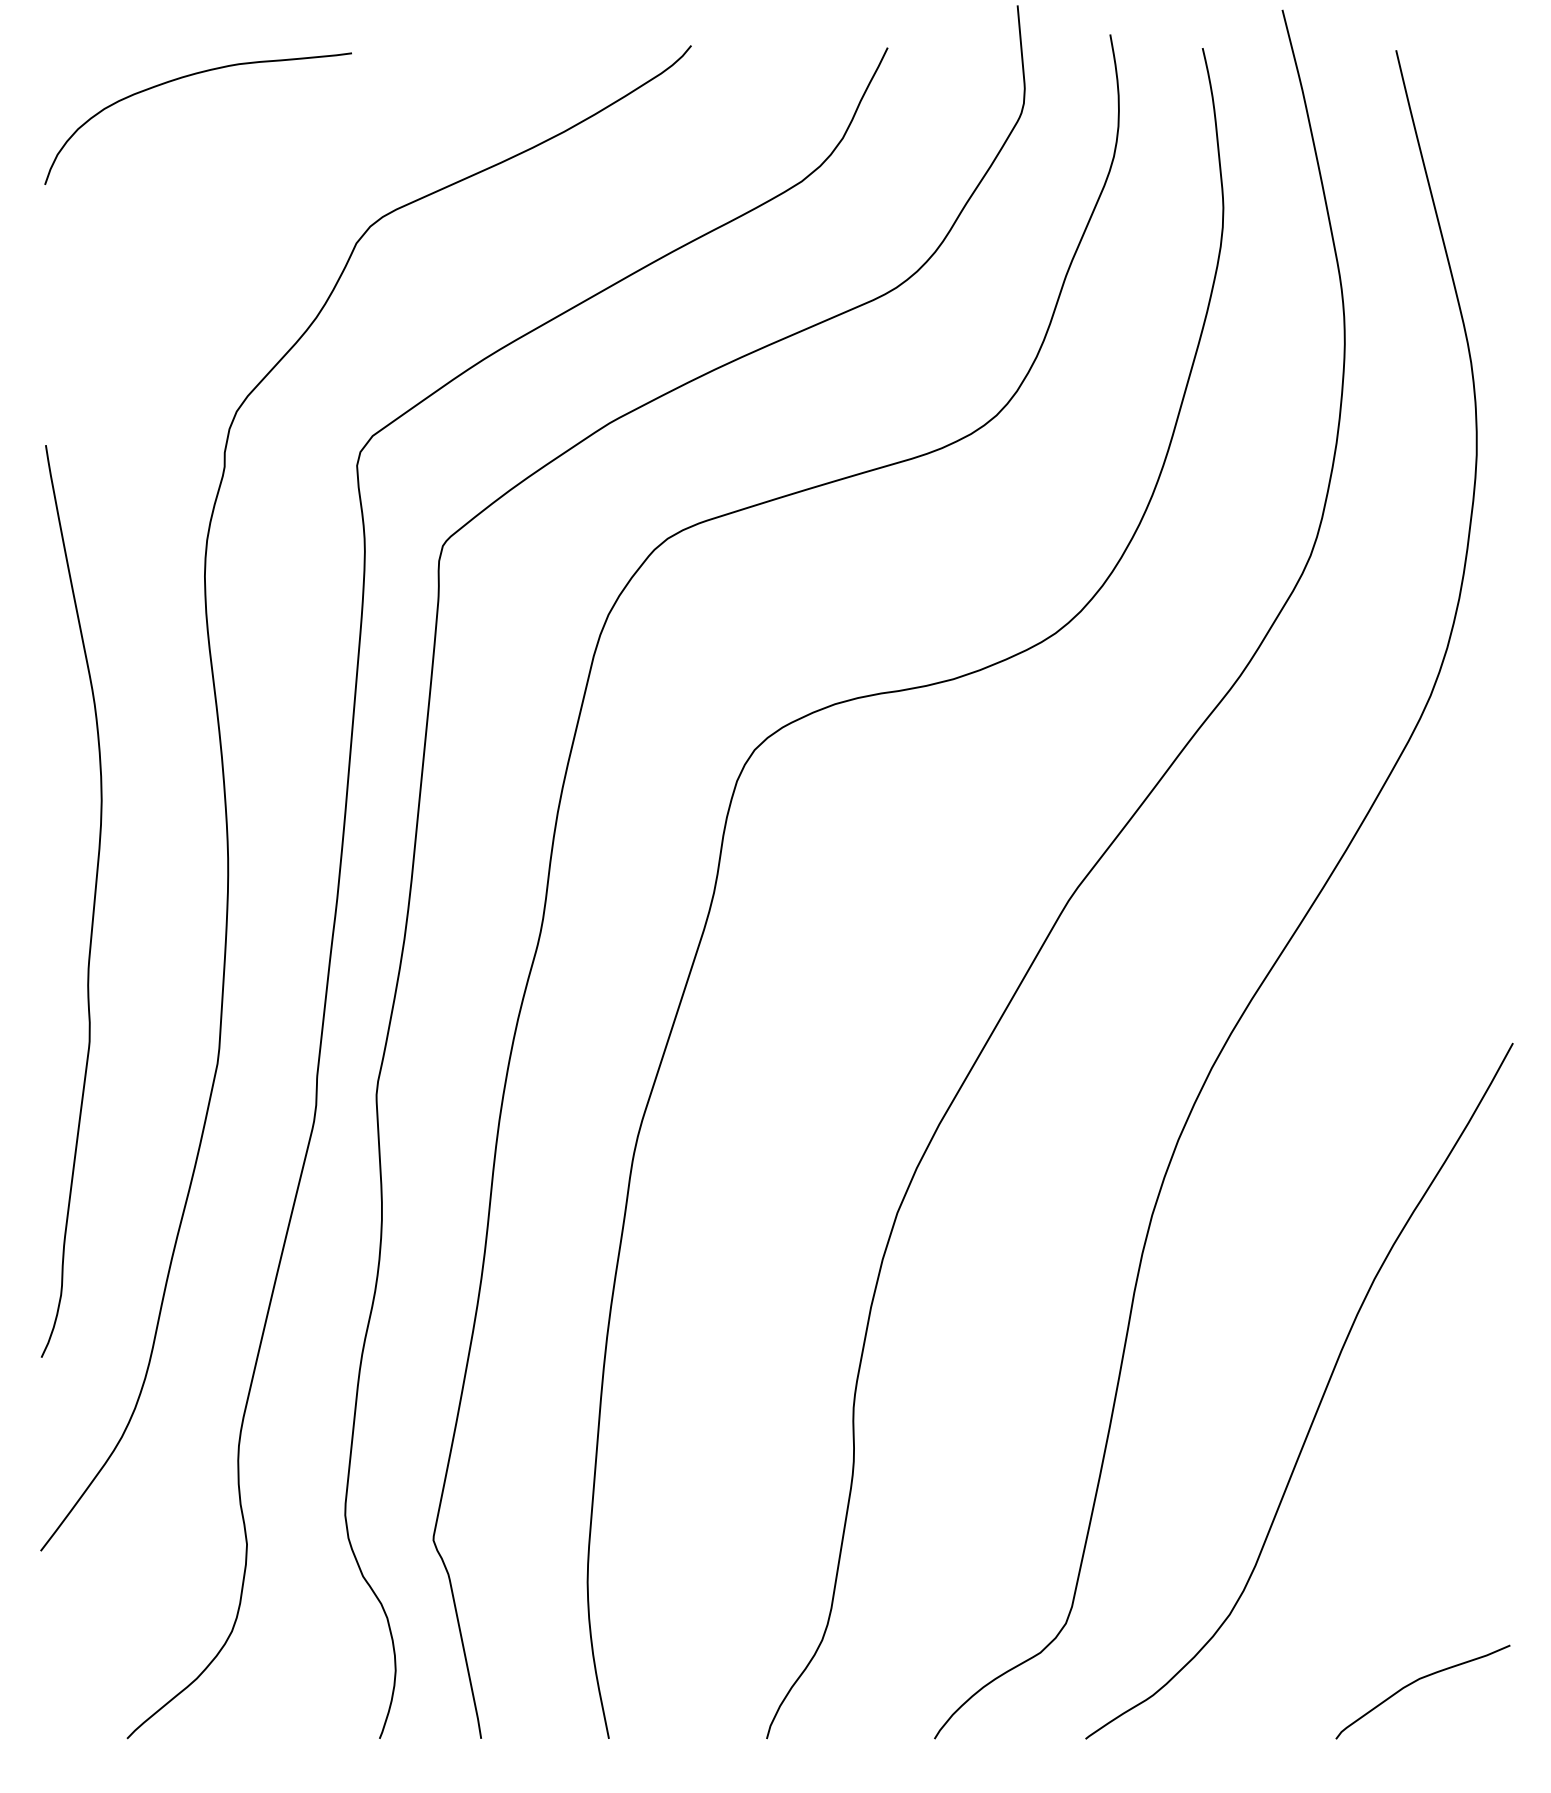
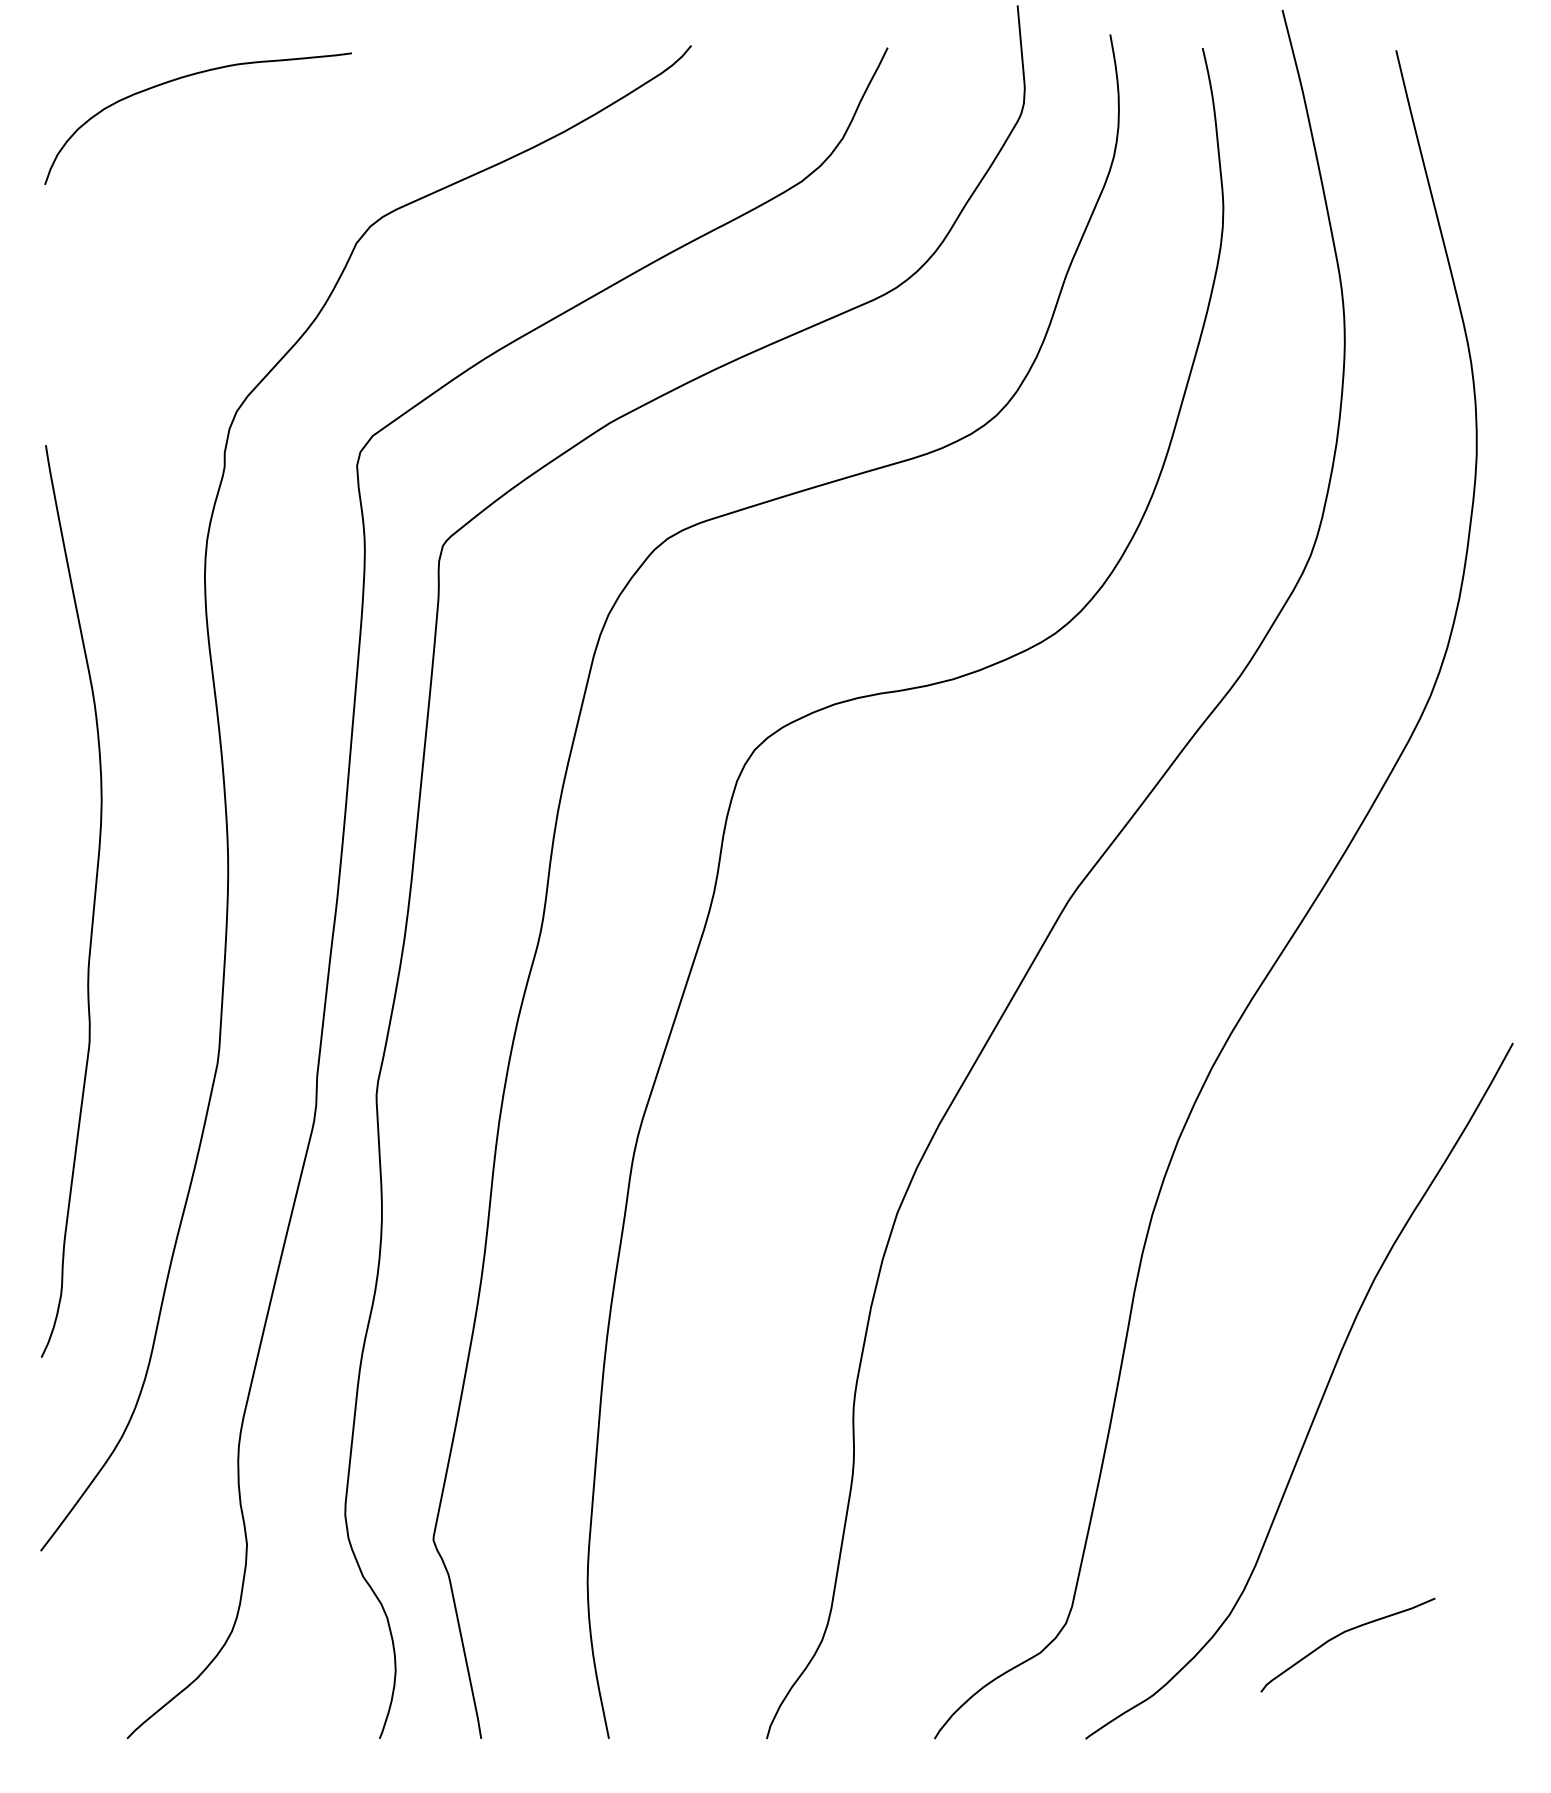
curve at (1417, 1681) position: (1417, 1681) -> (1342, 1634)
